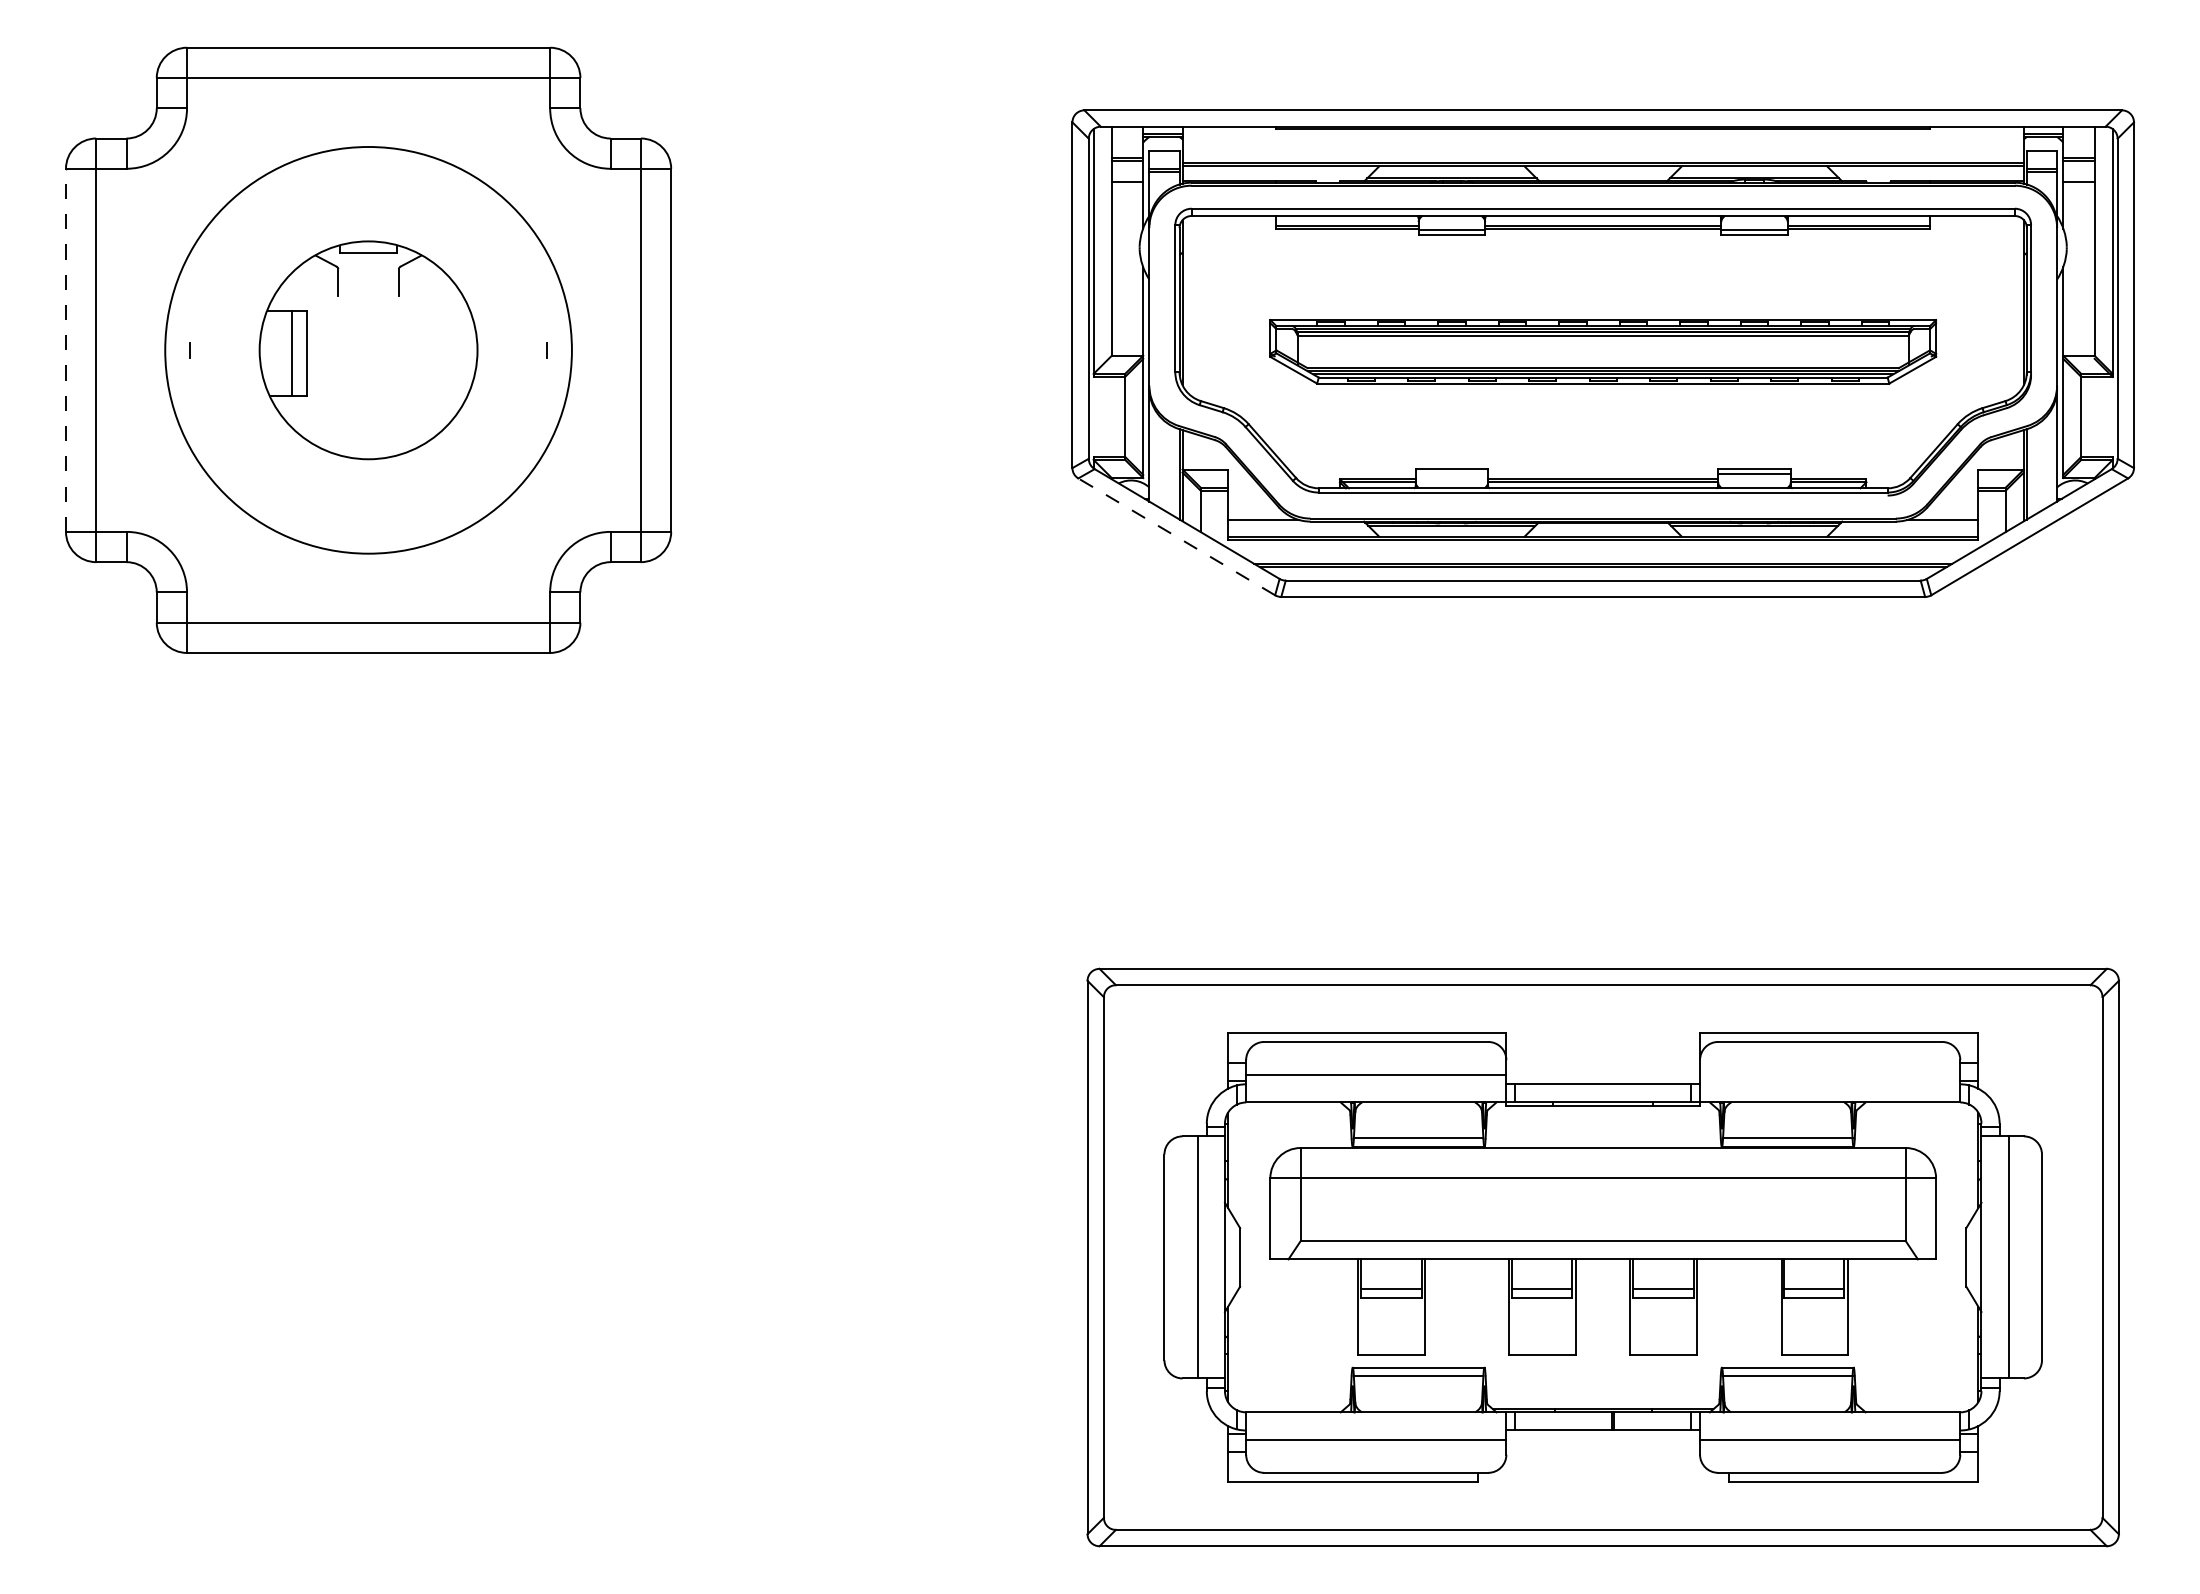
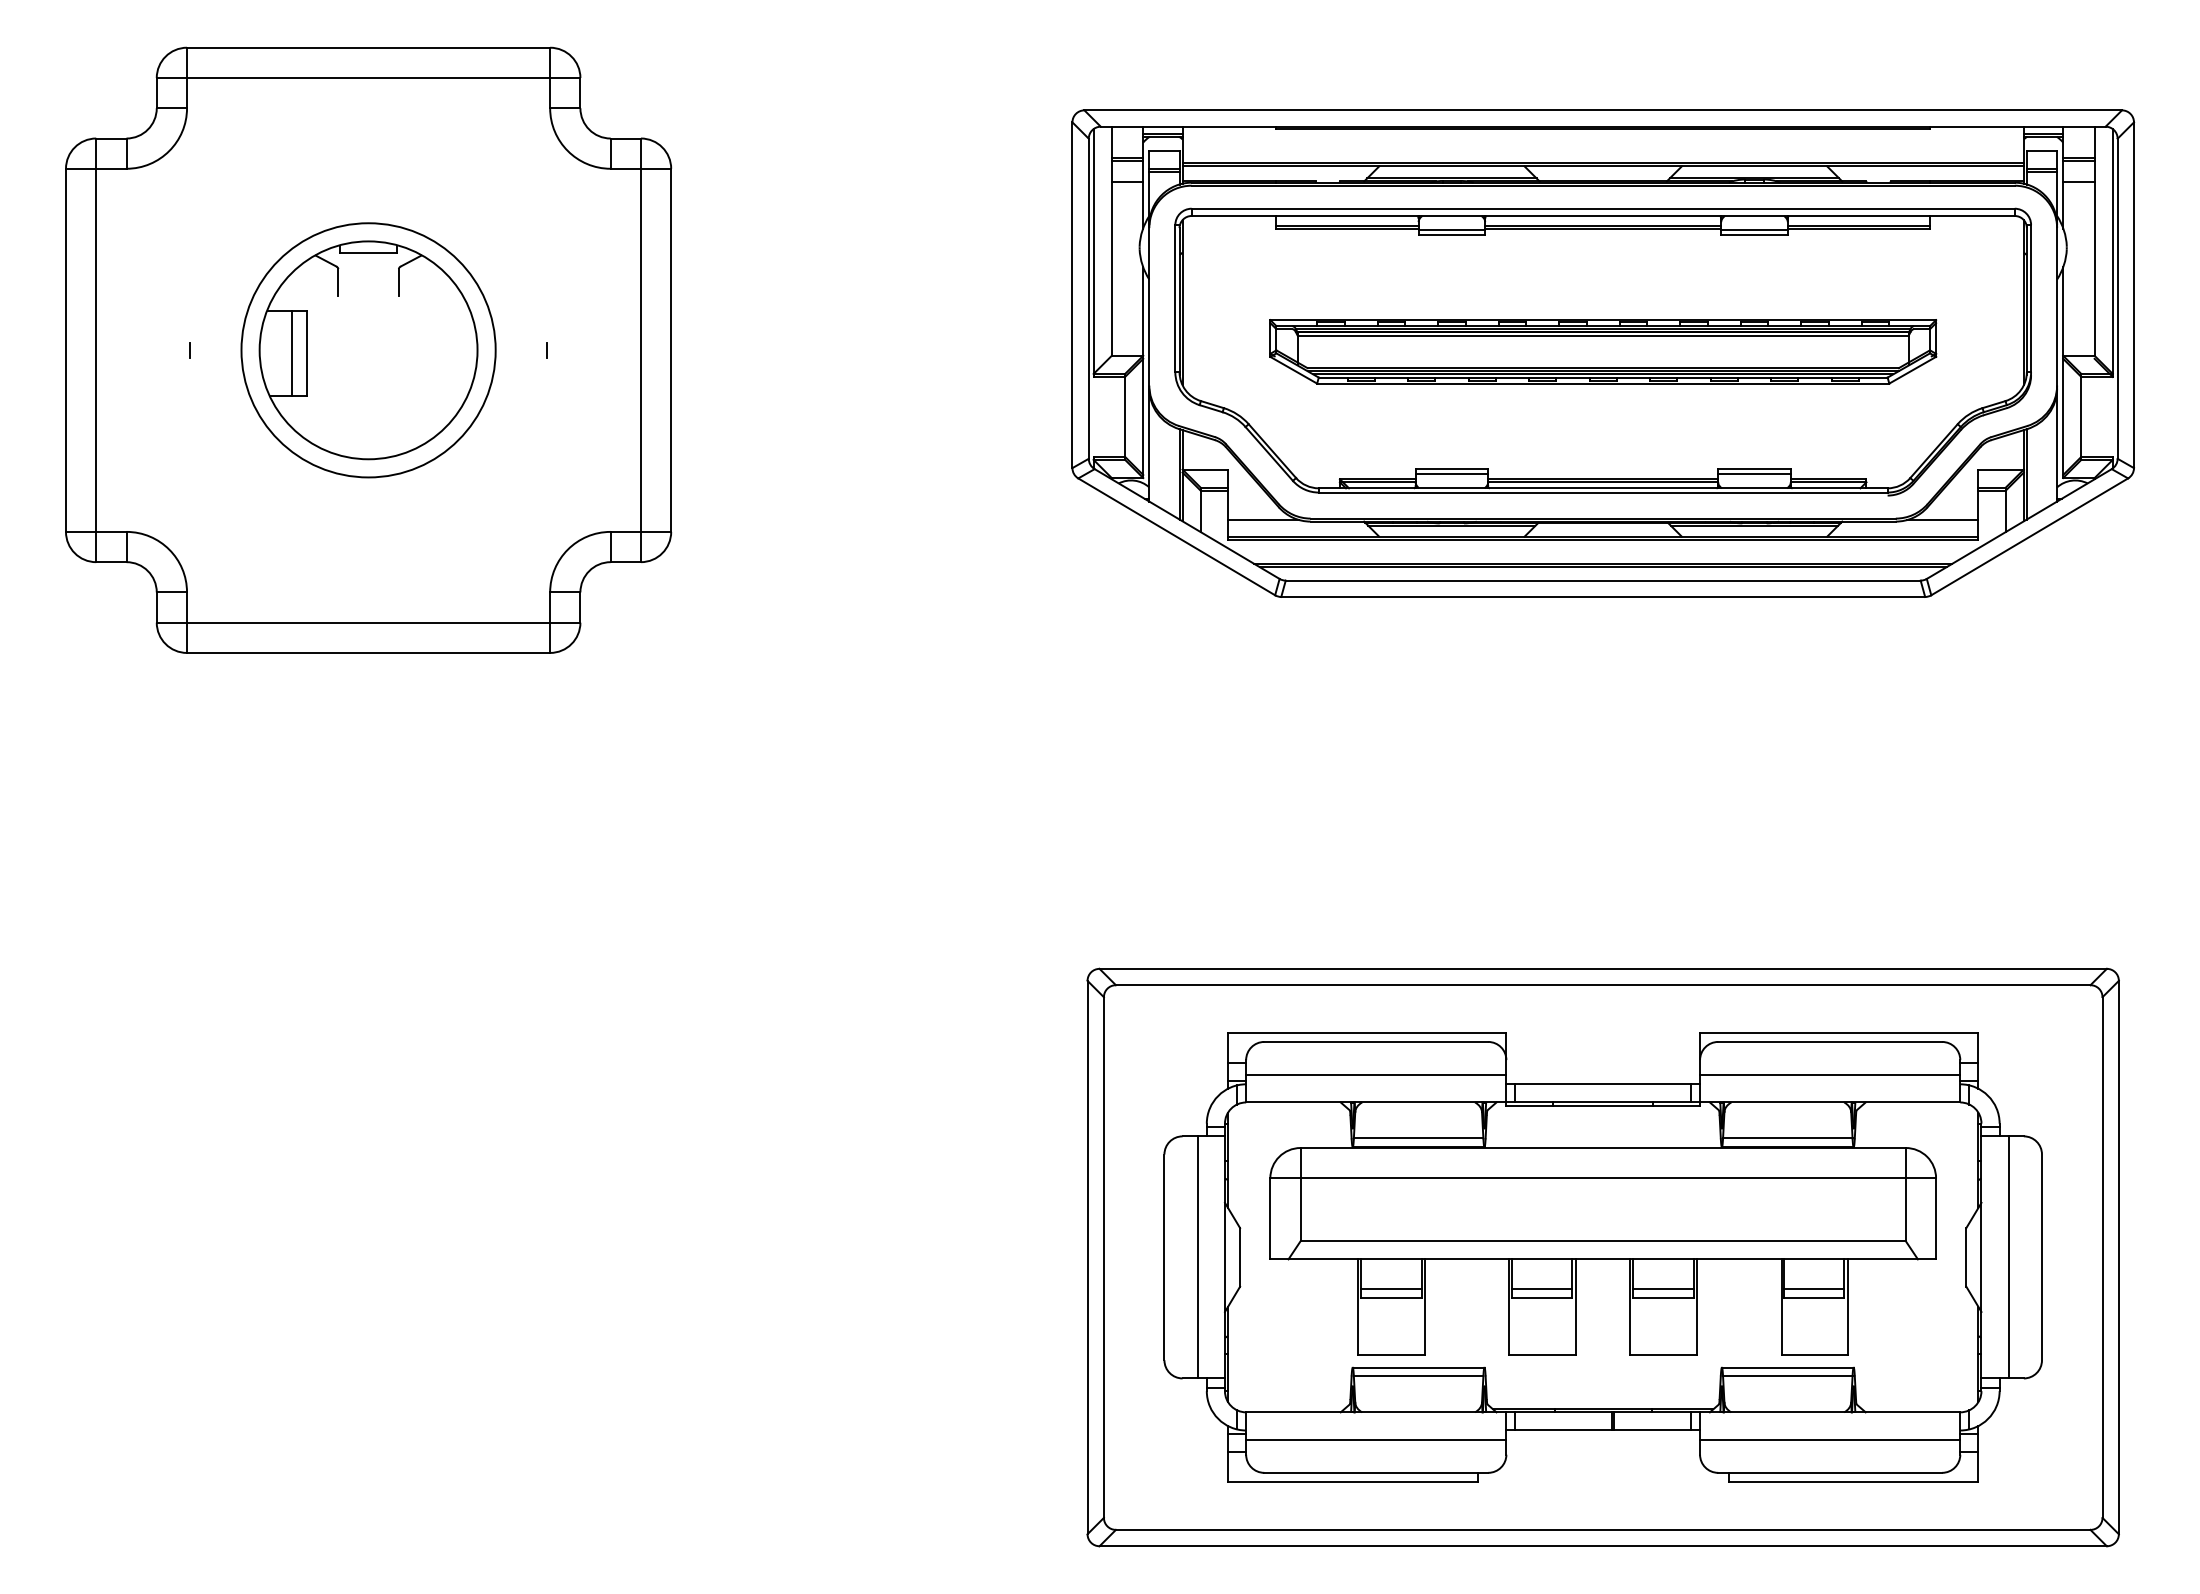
line at (65, 350): dashed -> solid
circle at (368, 350) diameter: 407 px -> 254 px
line at (1451, 474): none -> present
line at (1176, 536): dashed -> solid
line at (1830, 1075): none -> present
